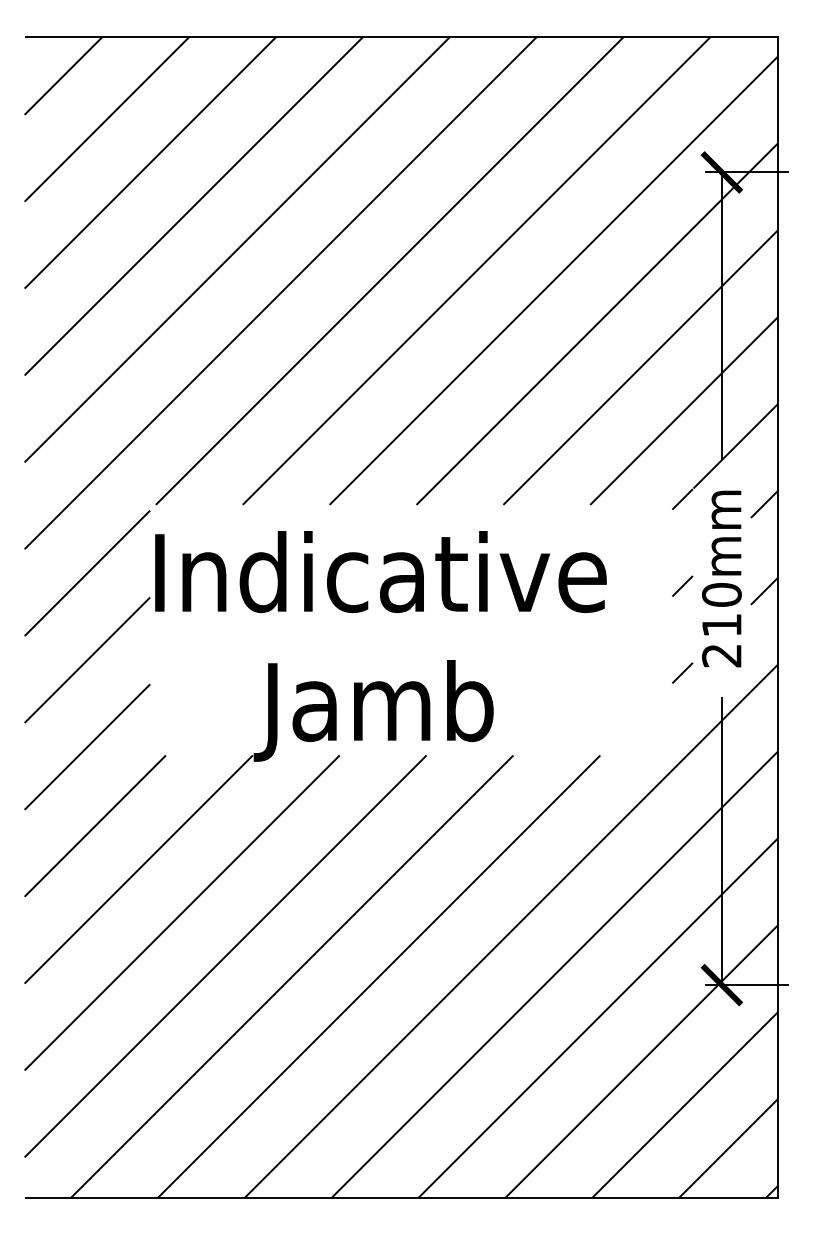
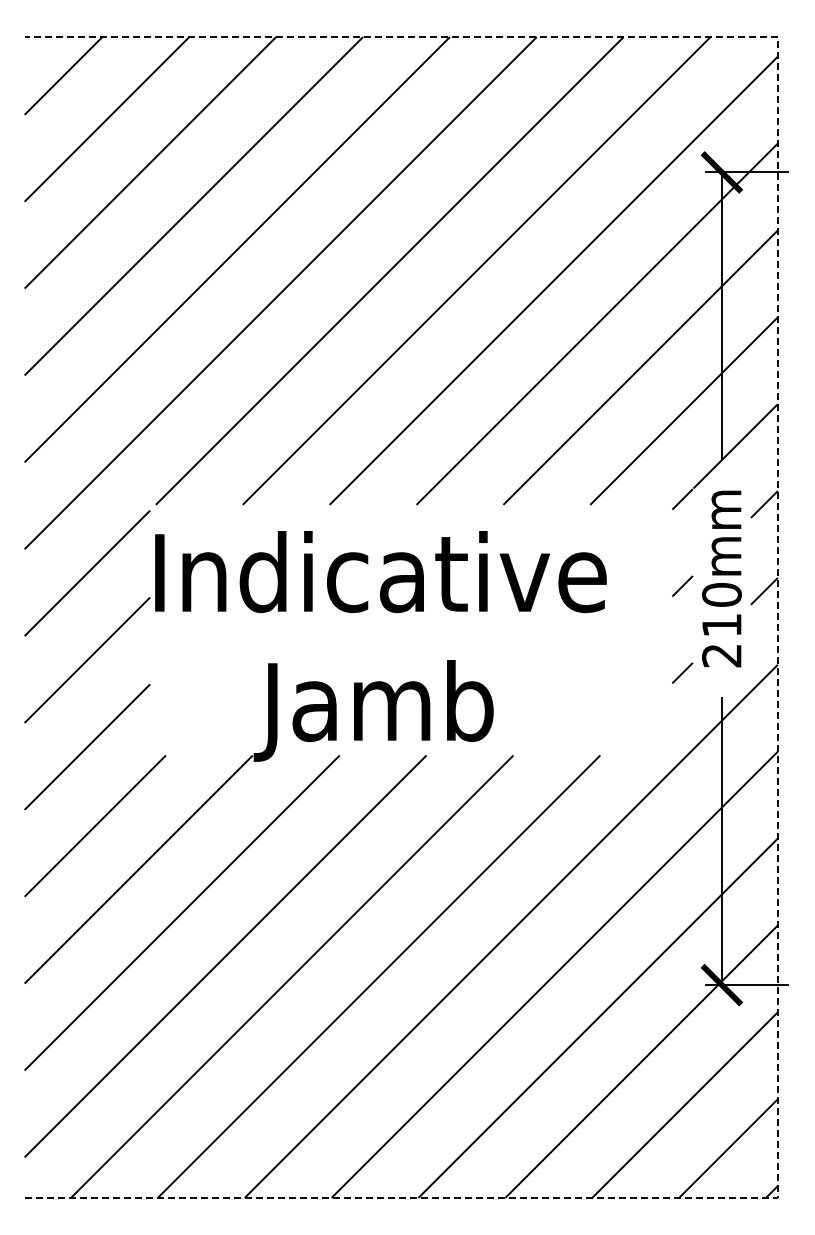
line at (777, 617): solid -> dashed
